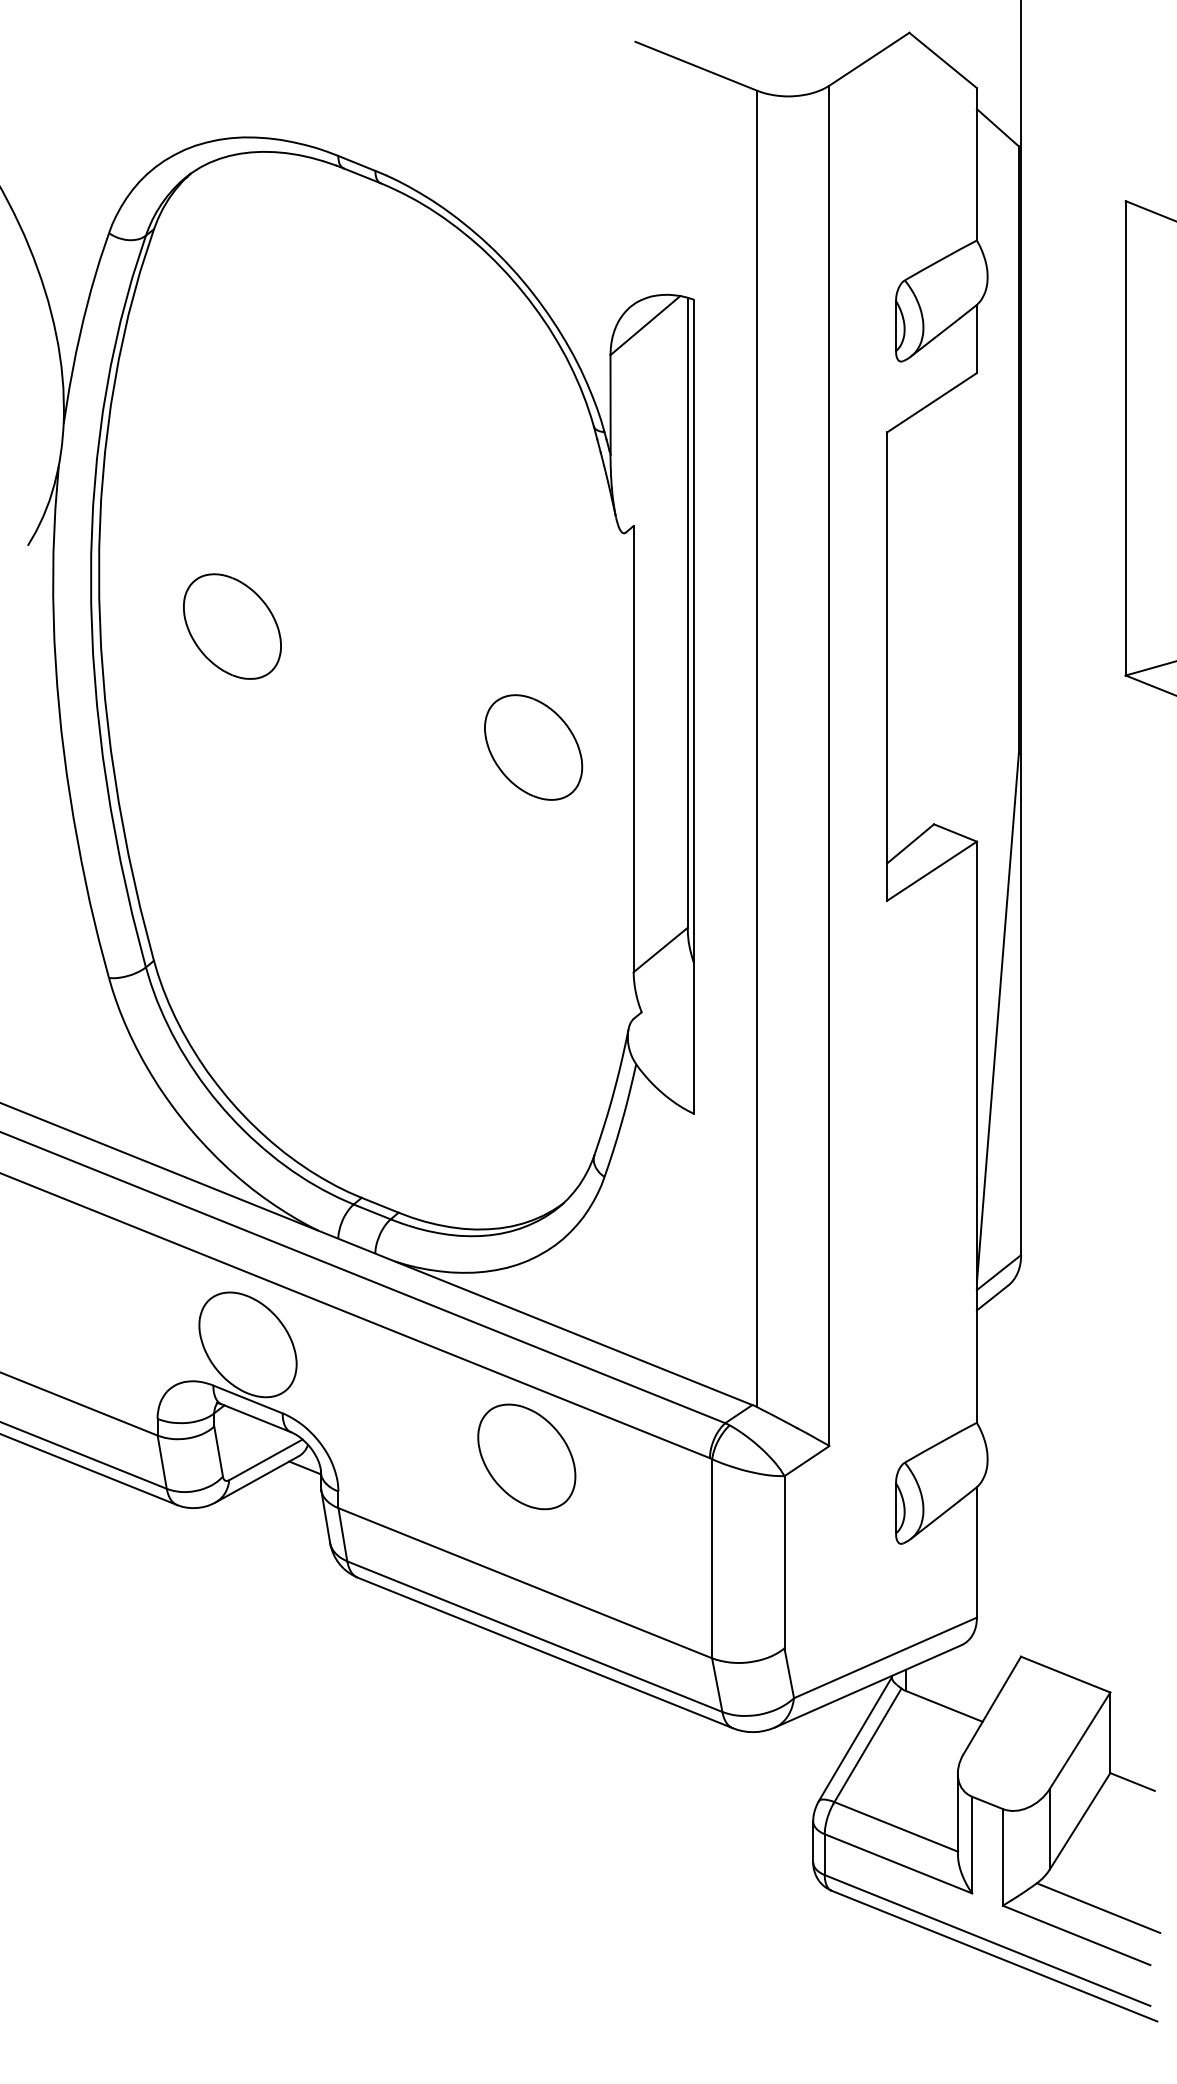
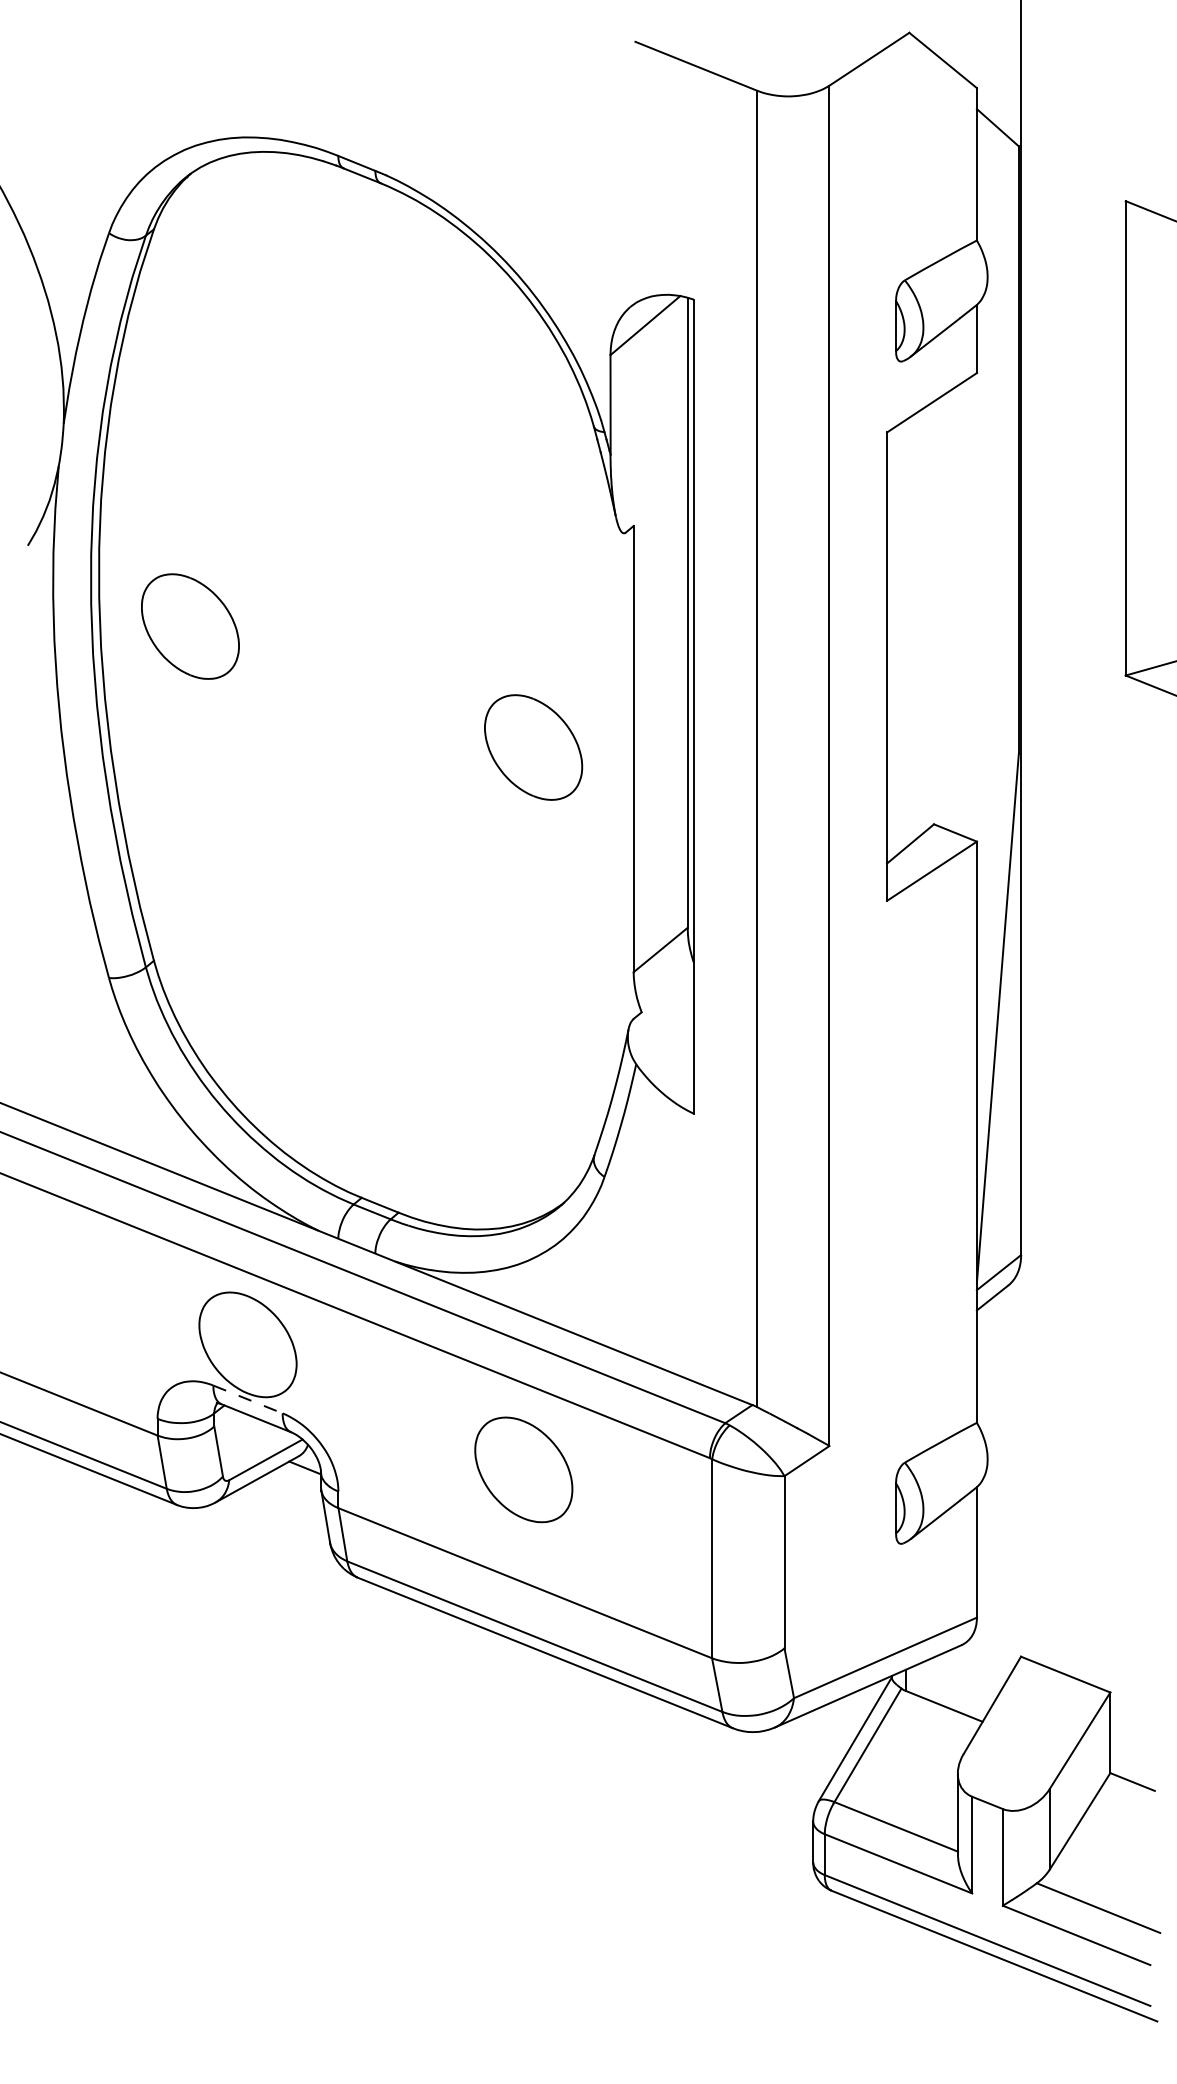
part at (232, 626) position: (232, 626) -> (190, 626)
line at (248, 1399): solid -> dashed
part at (526, 1456) position: (526, 1456) -> (523, 1469)
